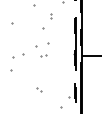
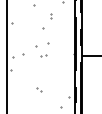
line at (7, 56): none -> present
line at (74, 57): dashed -> solid
